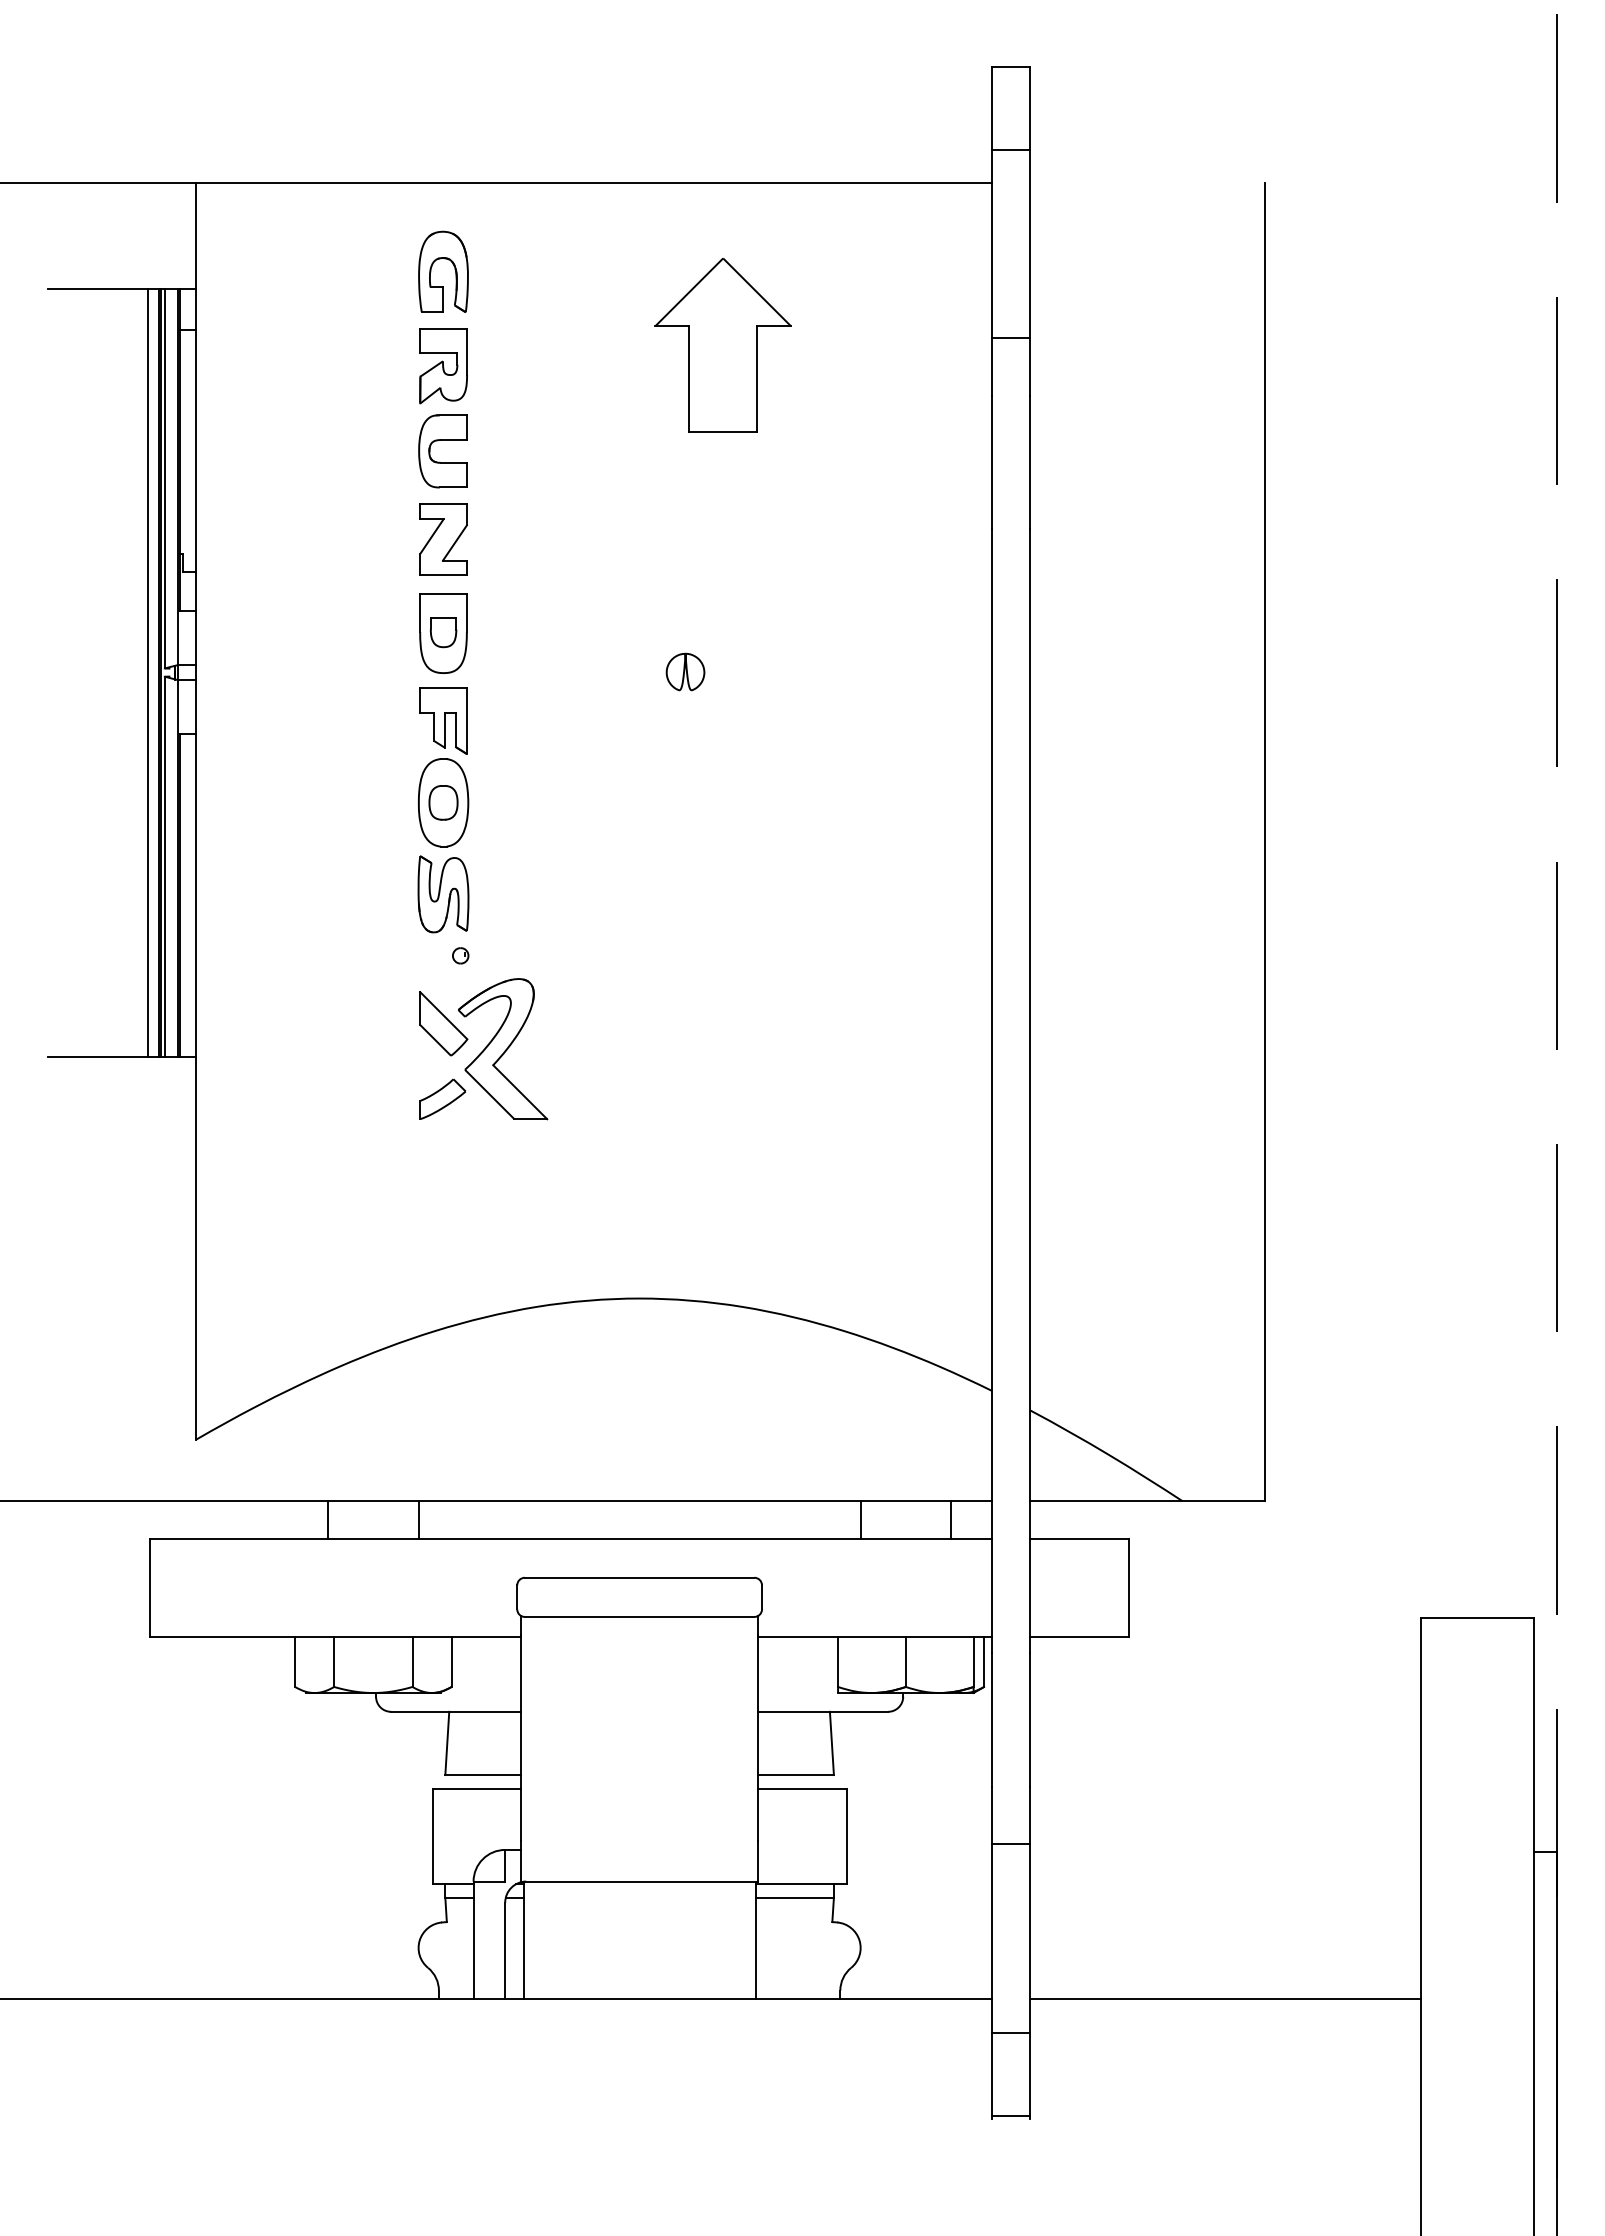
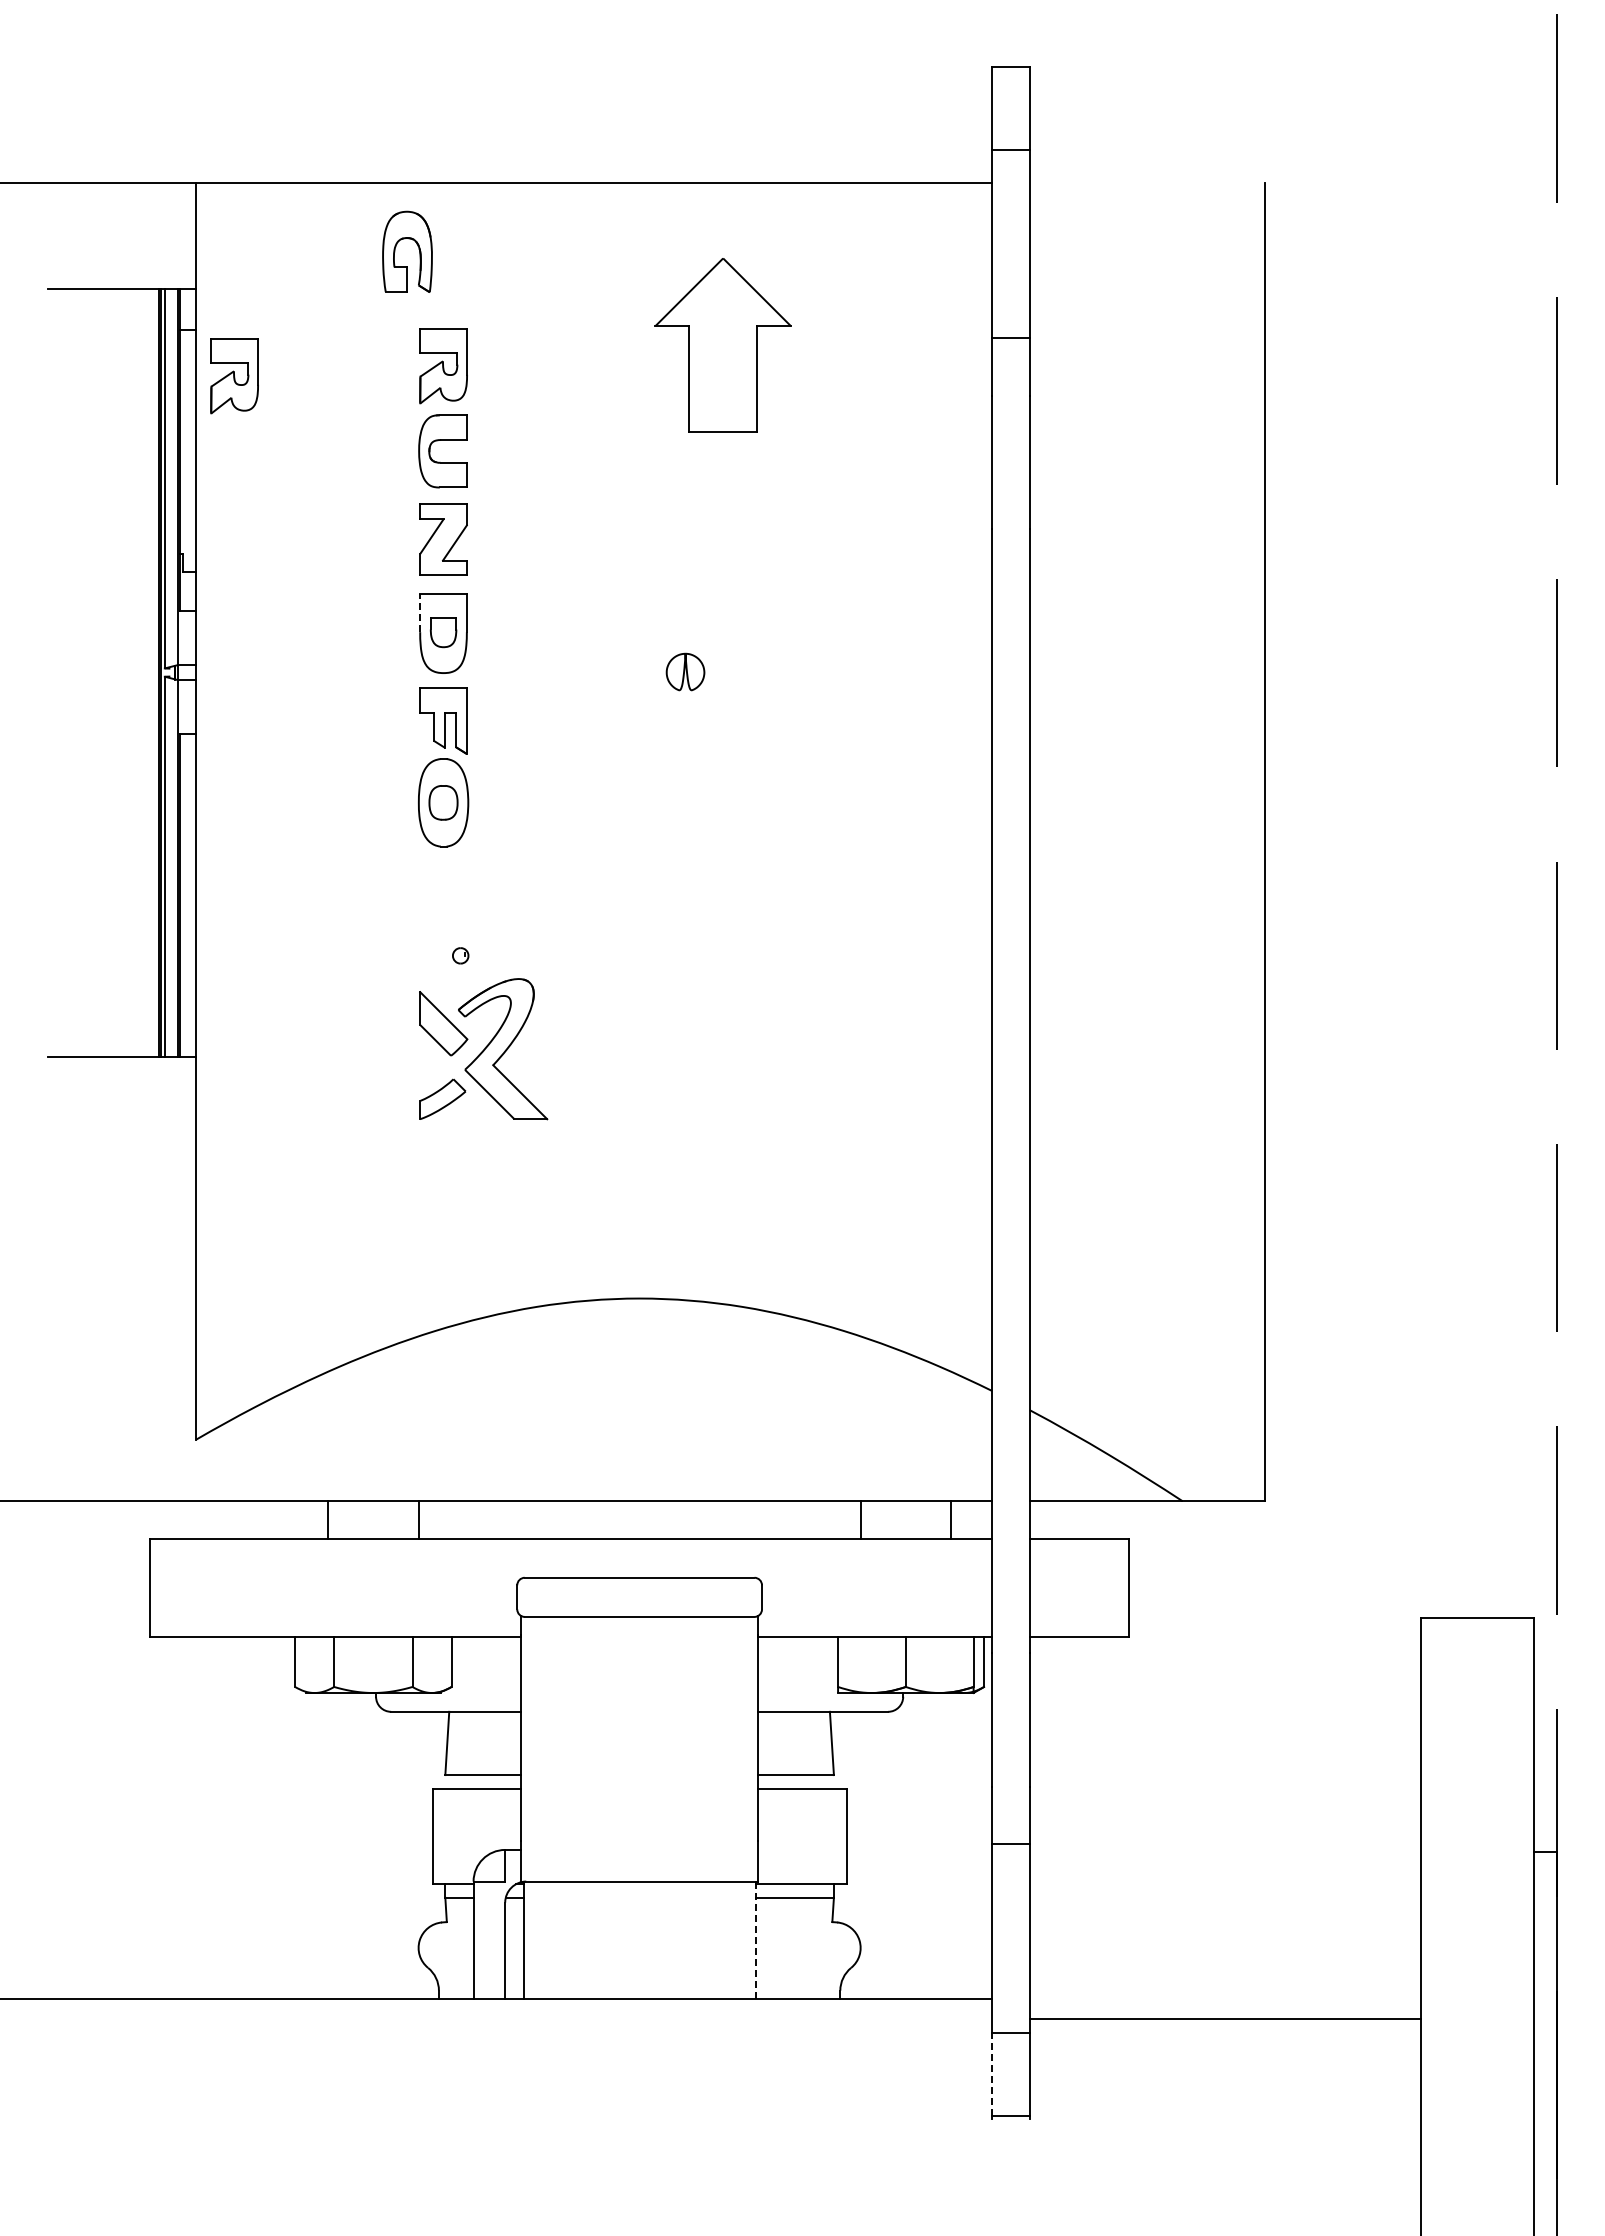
part at (453, 266) position: (453, 266) -> (417, 246)
part at (234, 376): none -> present
line at (420, 612): solid -> dashed
line at (147, 672): present -> none
part at (443, 894): present -> none
line at (755, 1940): solid -> dashed
line at (1225, 1999) position: (1225, 1999) -> (1225, 2019)
line at (992, 2073): solid -> dashed
